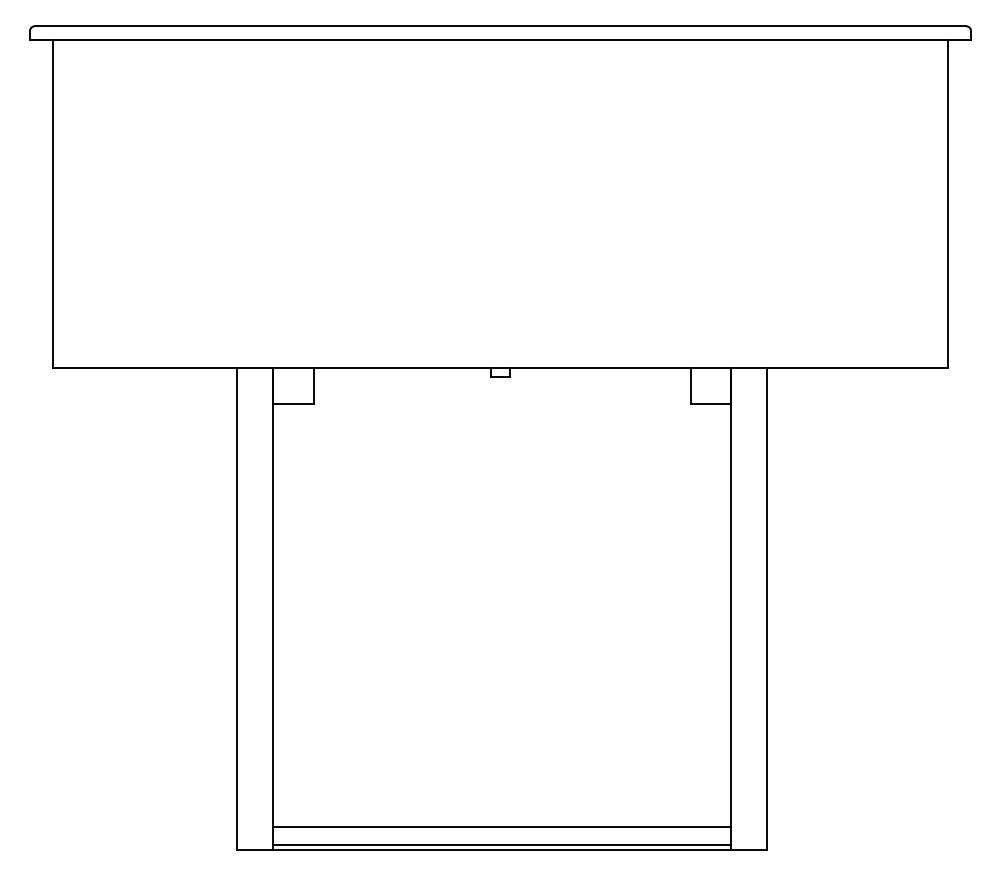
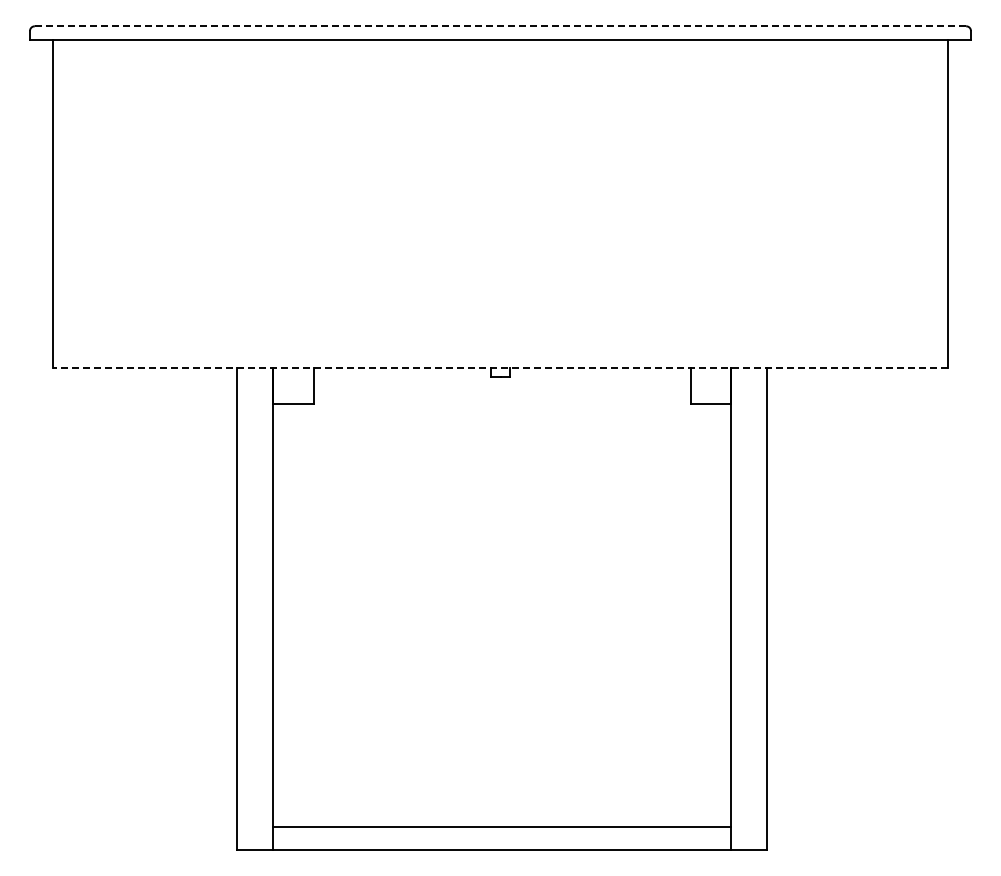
line at (500, 26): solid -> dashed
line at (500, 368): solid -> dashed
line at (502, 845): present -> none
